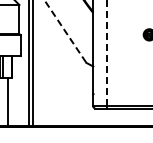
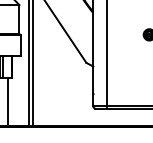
line at (65, 32): dashed -> solid
line at (106, 52): dashed -> solid
